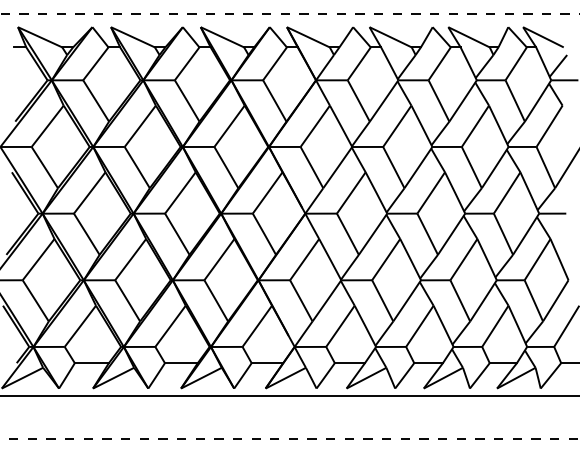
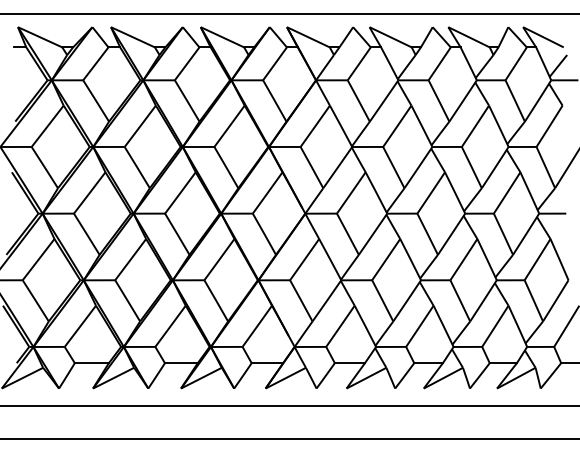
line at (289, 13): dashed -> solid
line at (289, 395) position: (289, 395) -> (289, 405)
line at (289, 439): dashed -> solid
